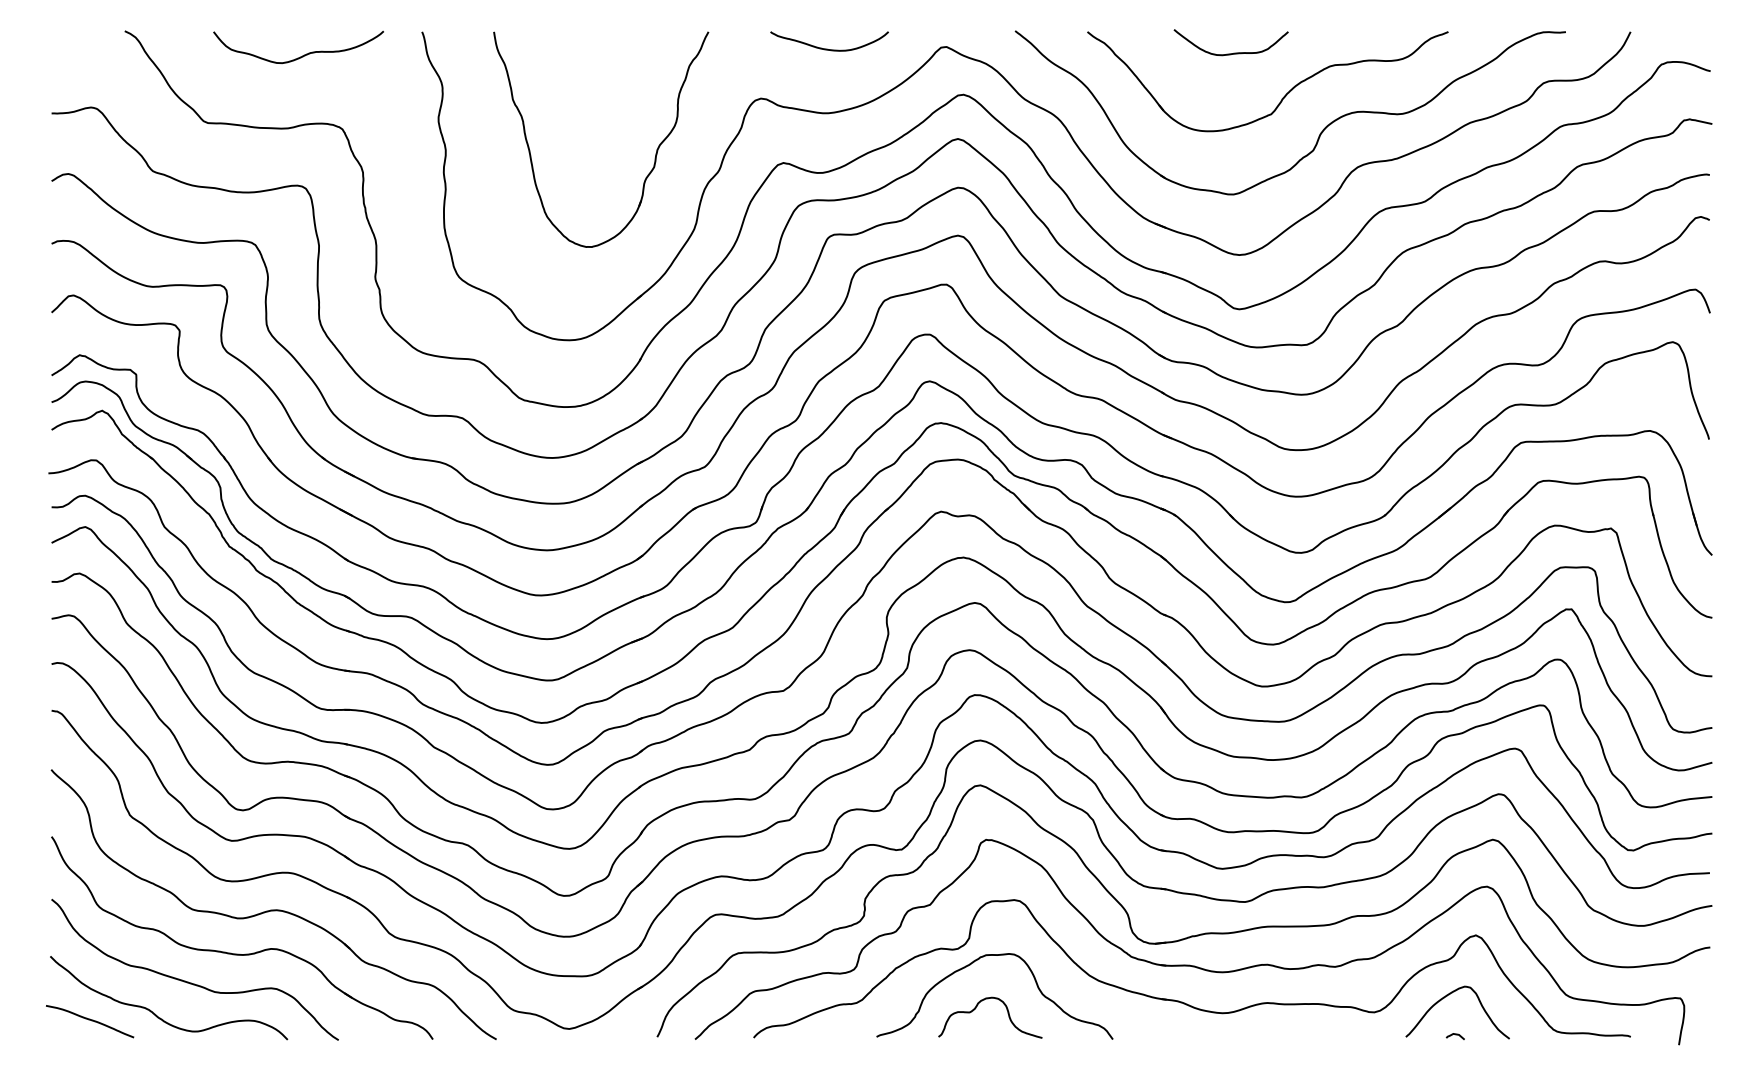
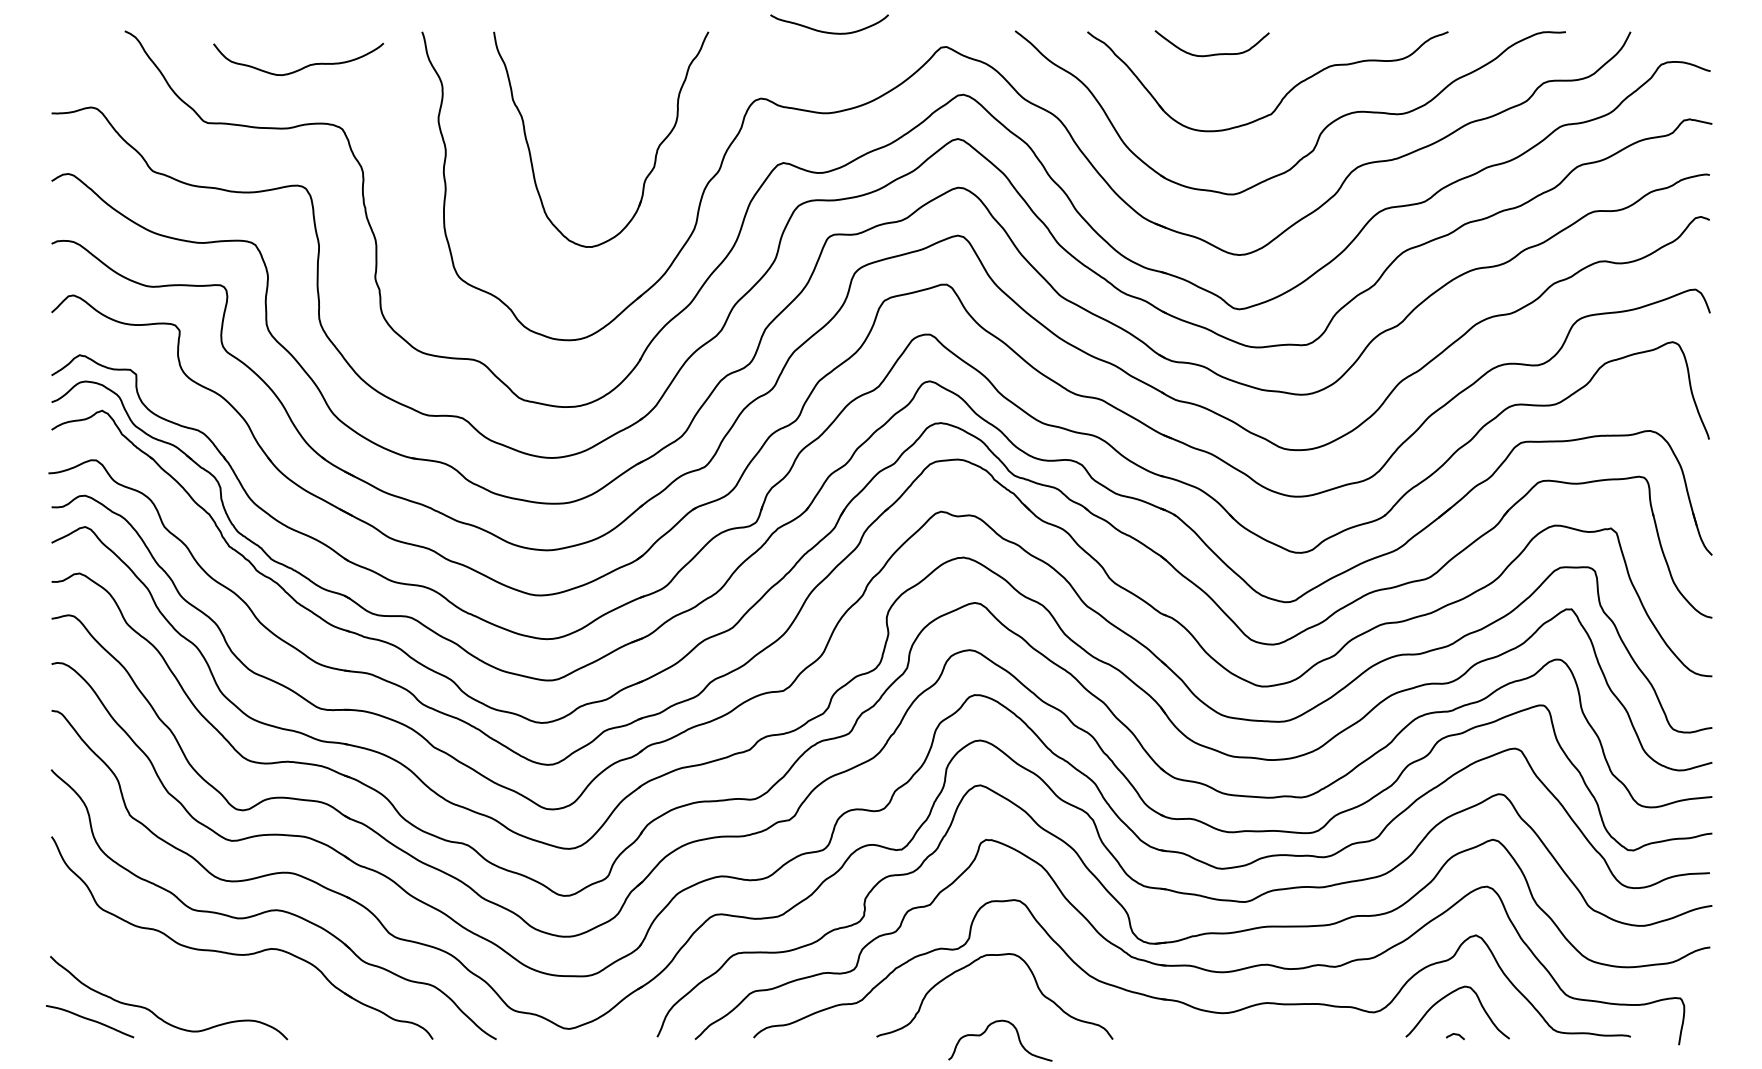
curve at (827, 48) position: (827, 48) -> (827, 31)
curve at (1233, 52) position: (1233, 52) -> (1214, 53)
curve at (302, 55) position: (302, 55) -> (302, 67)
curve at (191, 982): present -> none
curve at (976, 1008) position: (976, 1008) -> (986, 1031)
